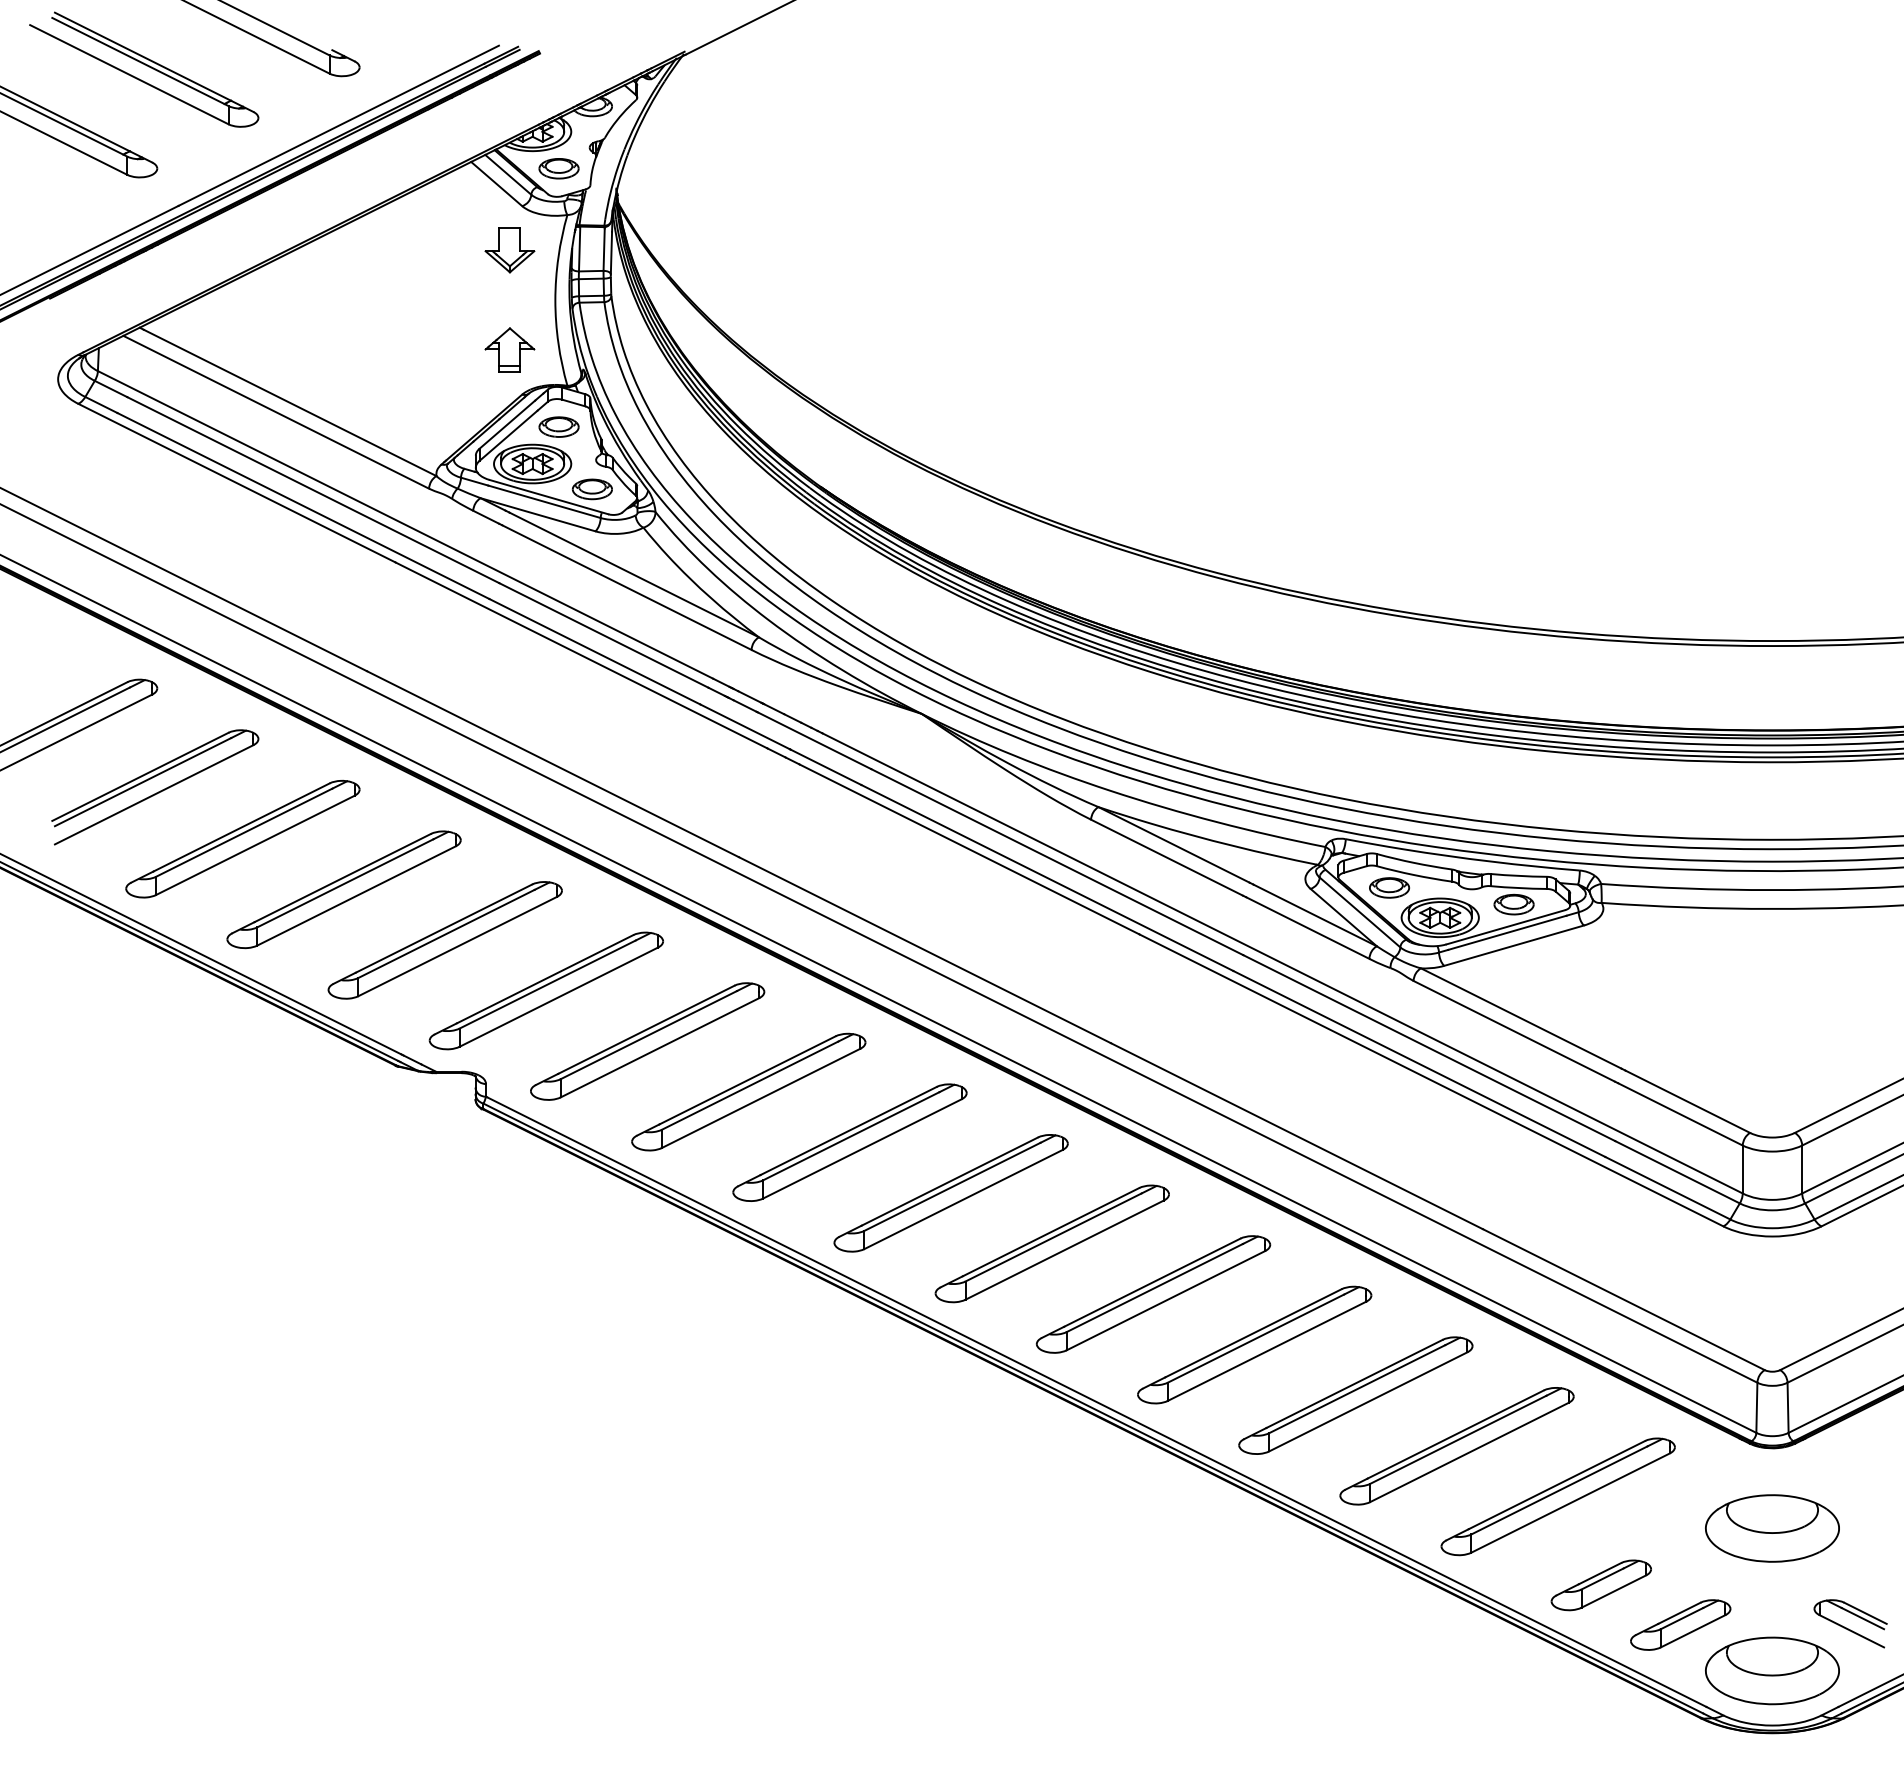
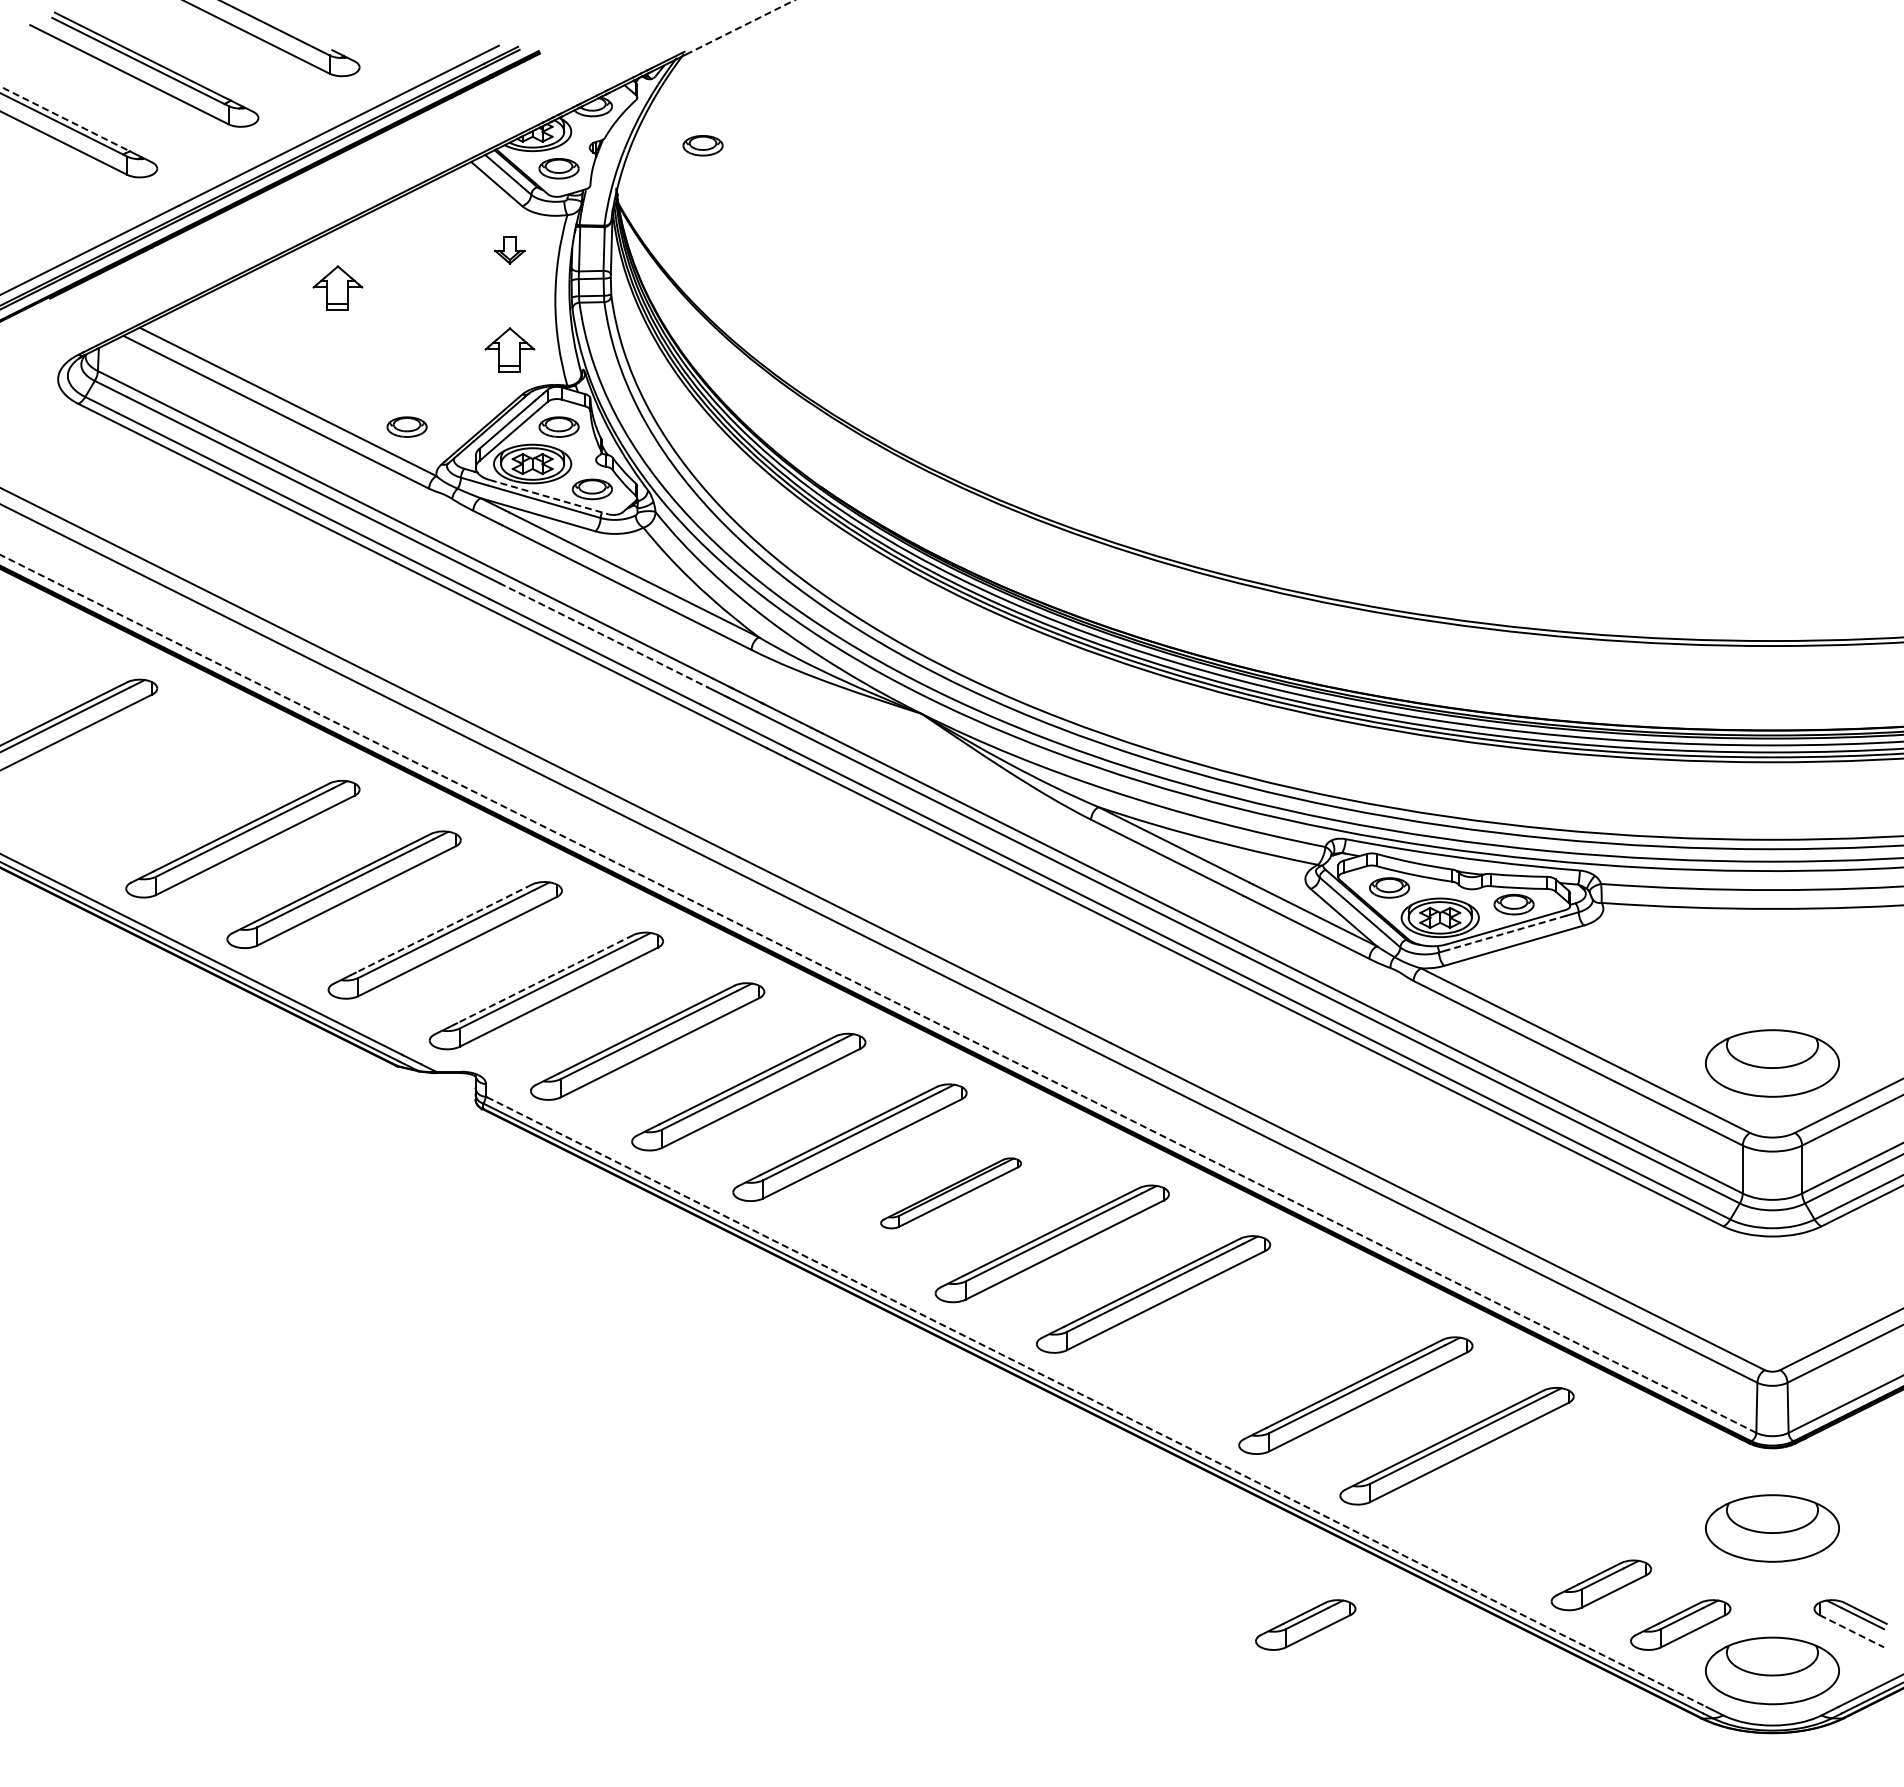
line at (740, 27): solid -> dashed
line at (65, 118): solid -> dashed
part at (702, 145): none -> present
part at (509, 250) size: 52x47 px -> 32x29 px
part at (337, 287): none -> present
part at (406, 426): none -> present
line at (549, 497): solid -> dashed
line at (604, 635): solid -> dashed
part at (155, 787): present -> none
line at (443, 928): solid -> dashed
line at (1507, 932): solid -> dashed
line at (545, 979): solid -> dashed
line at (878, 993): solid -> dashed
part at (1772, 1063): none -> present
part at (950, 1193) size: 236x119 px -> 142x73 px
part at (1254, 1344): present -> none
line at (1096, 1402): solid -> dashed
part at (1557, 1496): present -> none
part at (1305, 1624): none -> present
line at (1852, 1631): solid -> dashed
